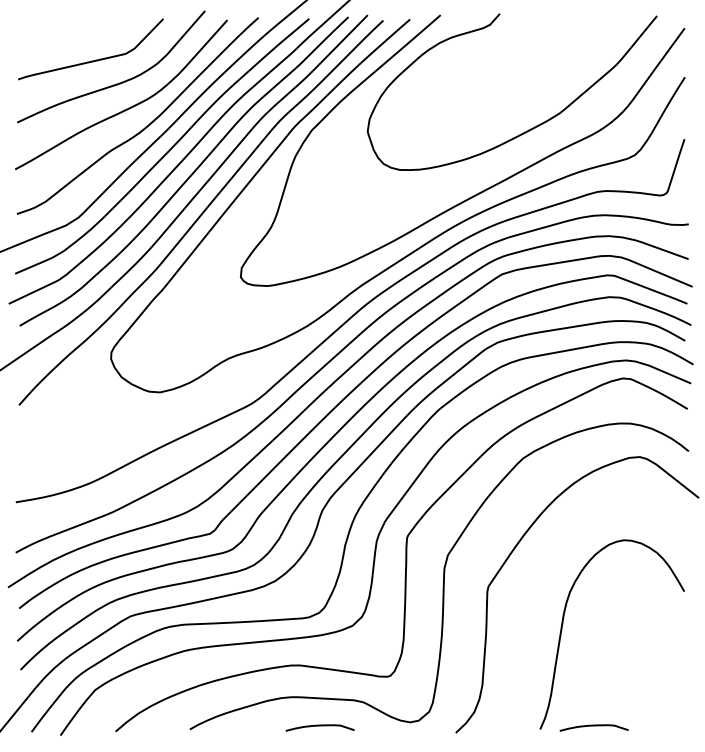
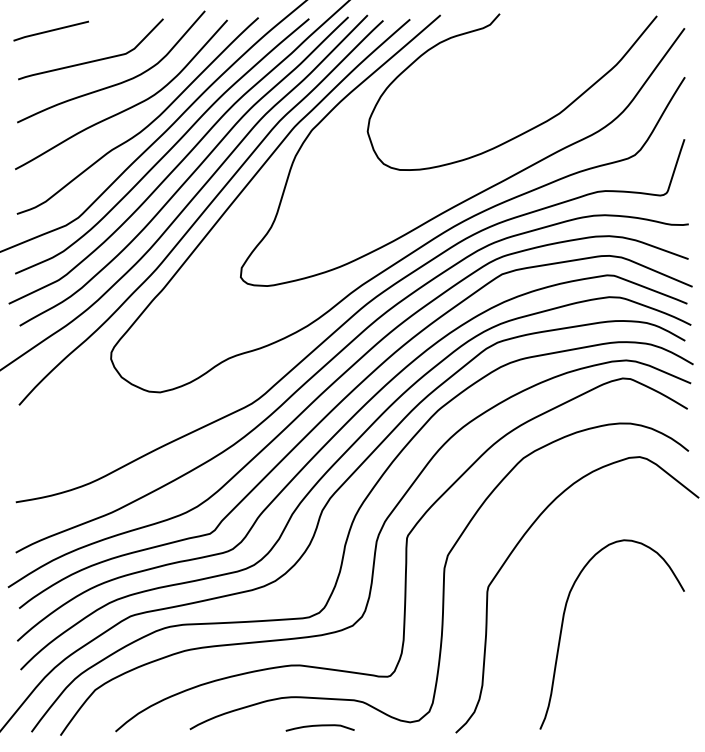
line at (50, 30): none -> present
curve at (593, 726): present -> none
